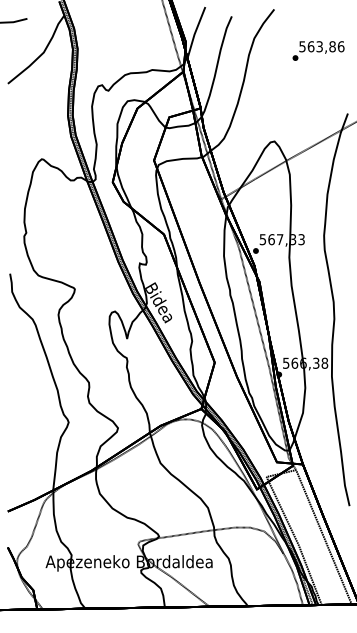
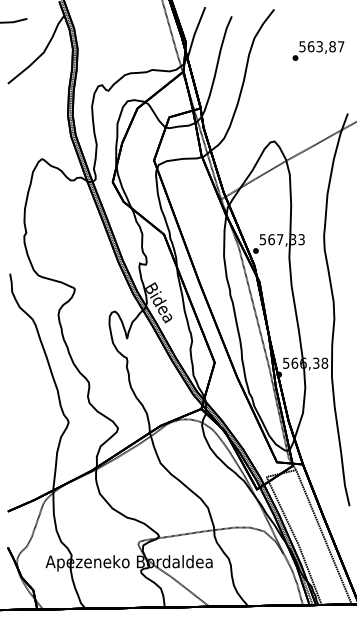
text at (340, 46): 563,86 -> 563,87
